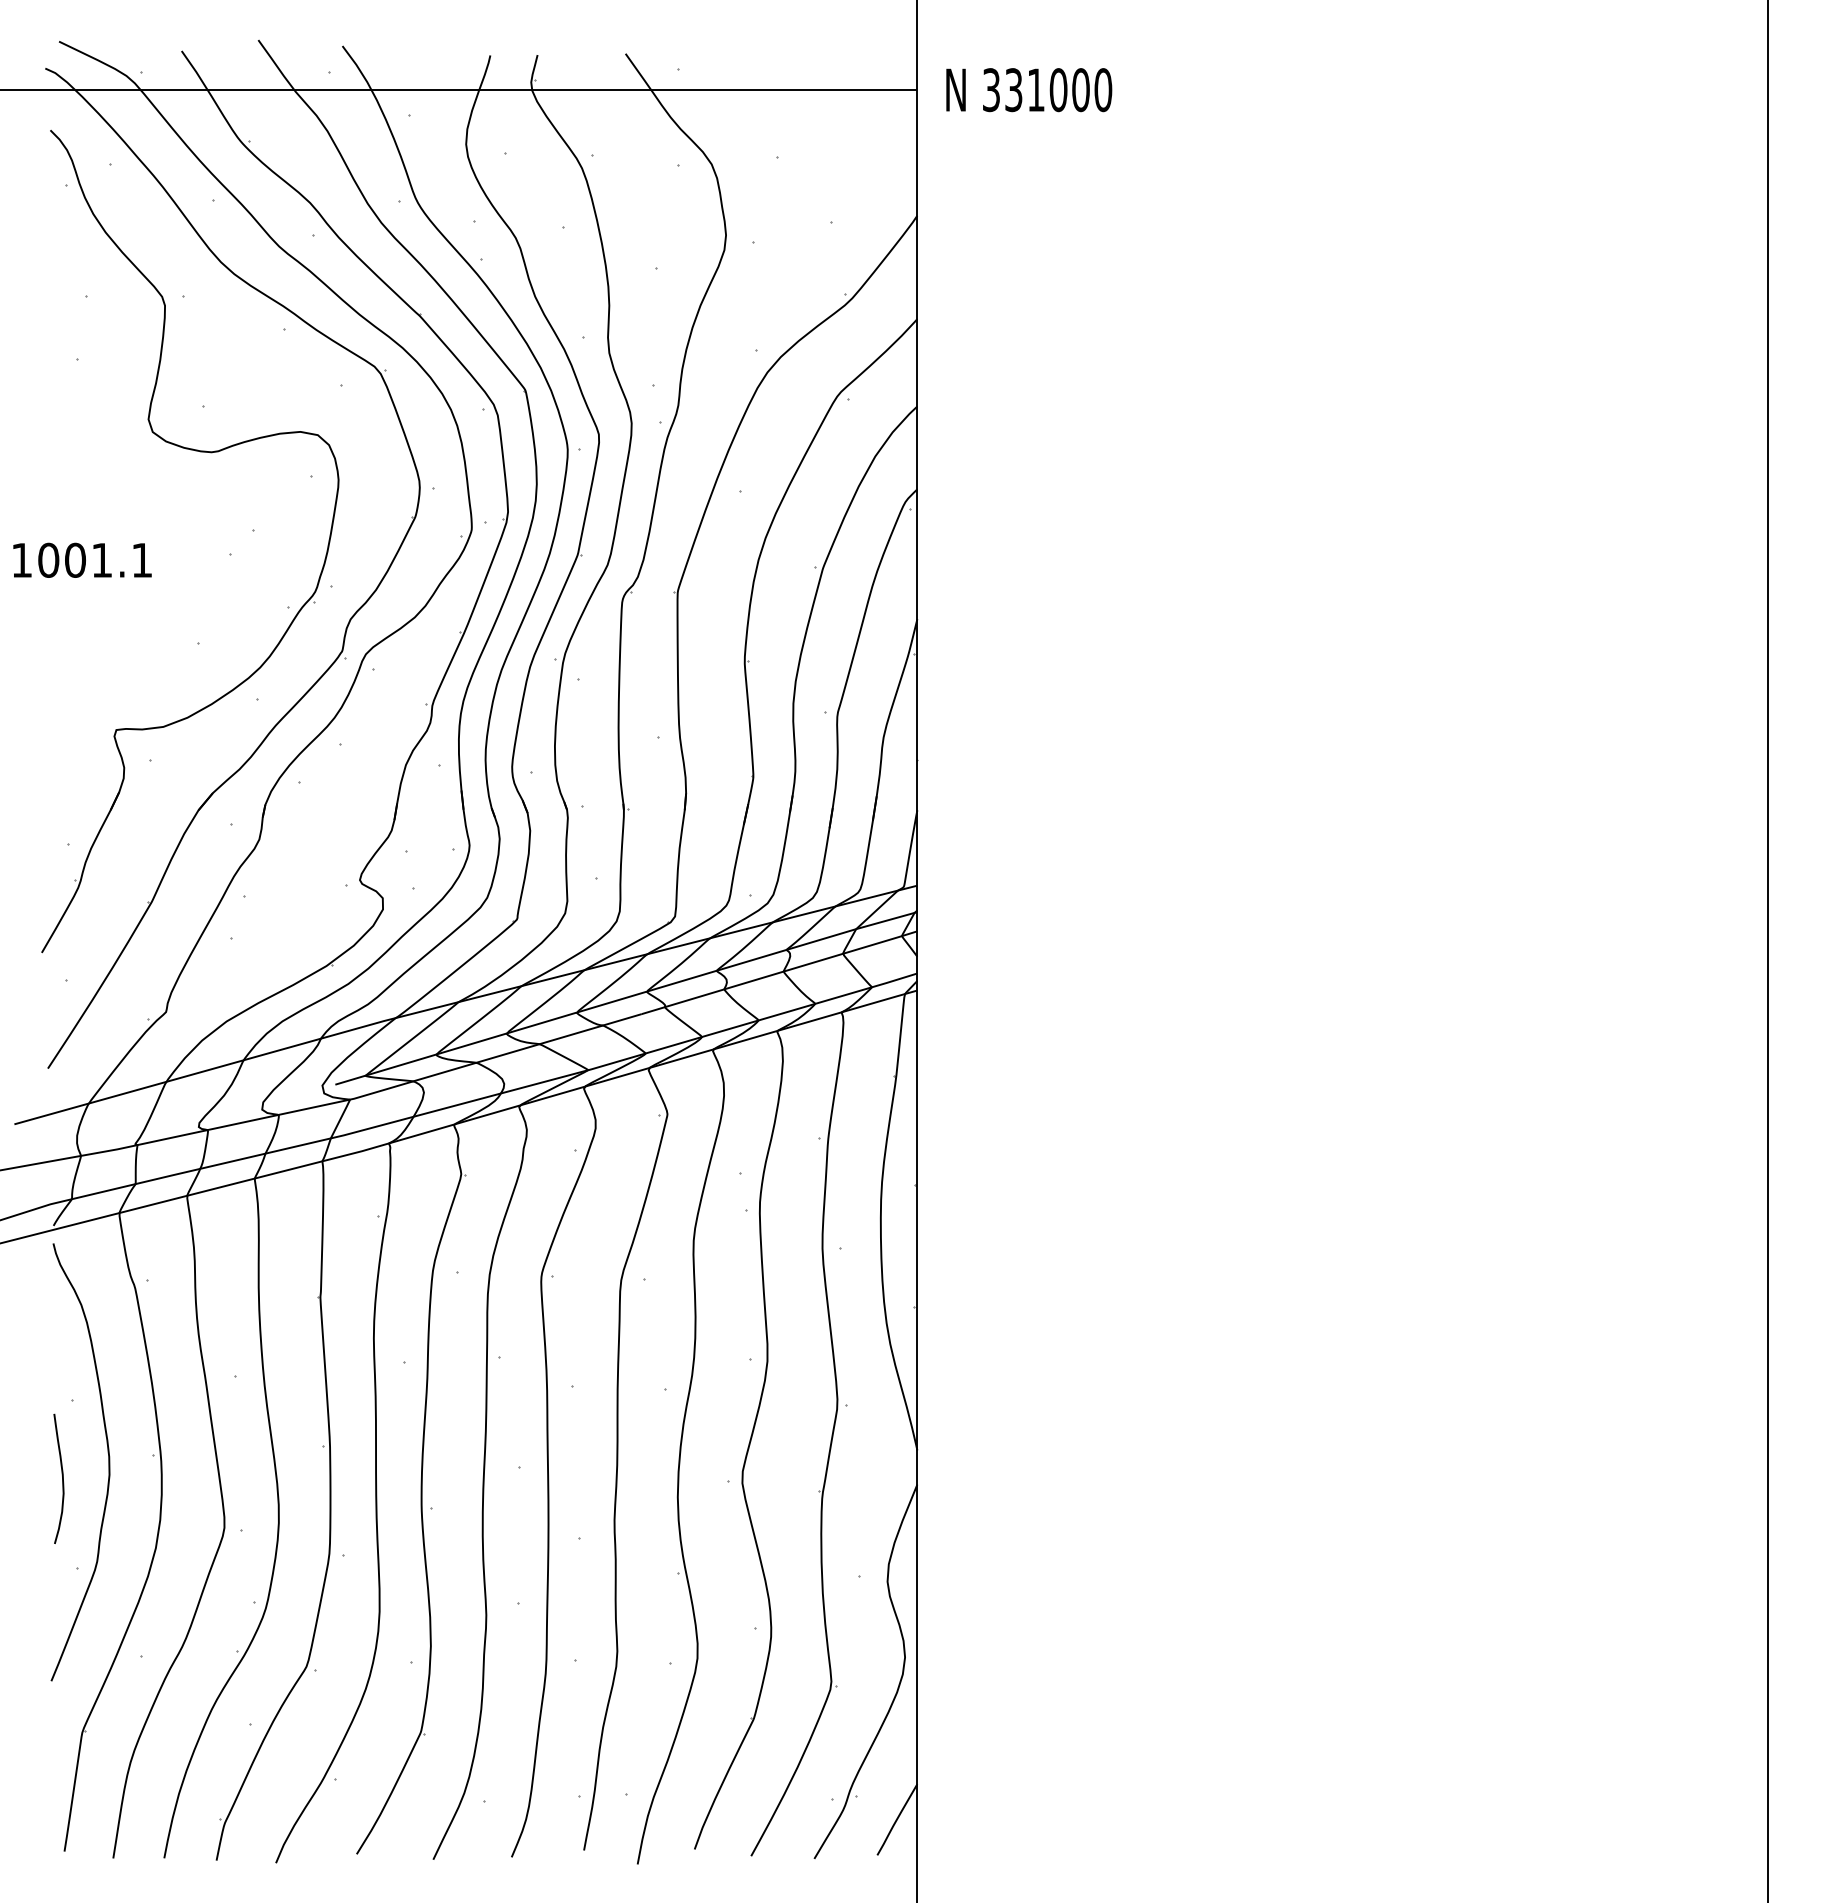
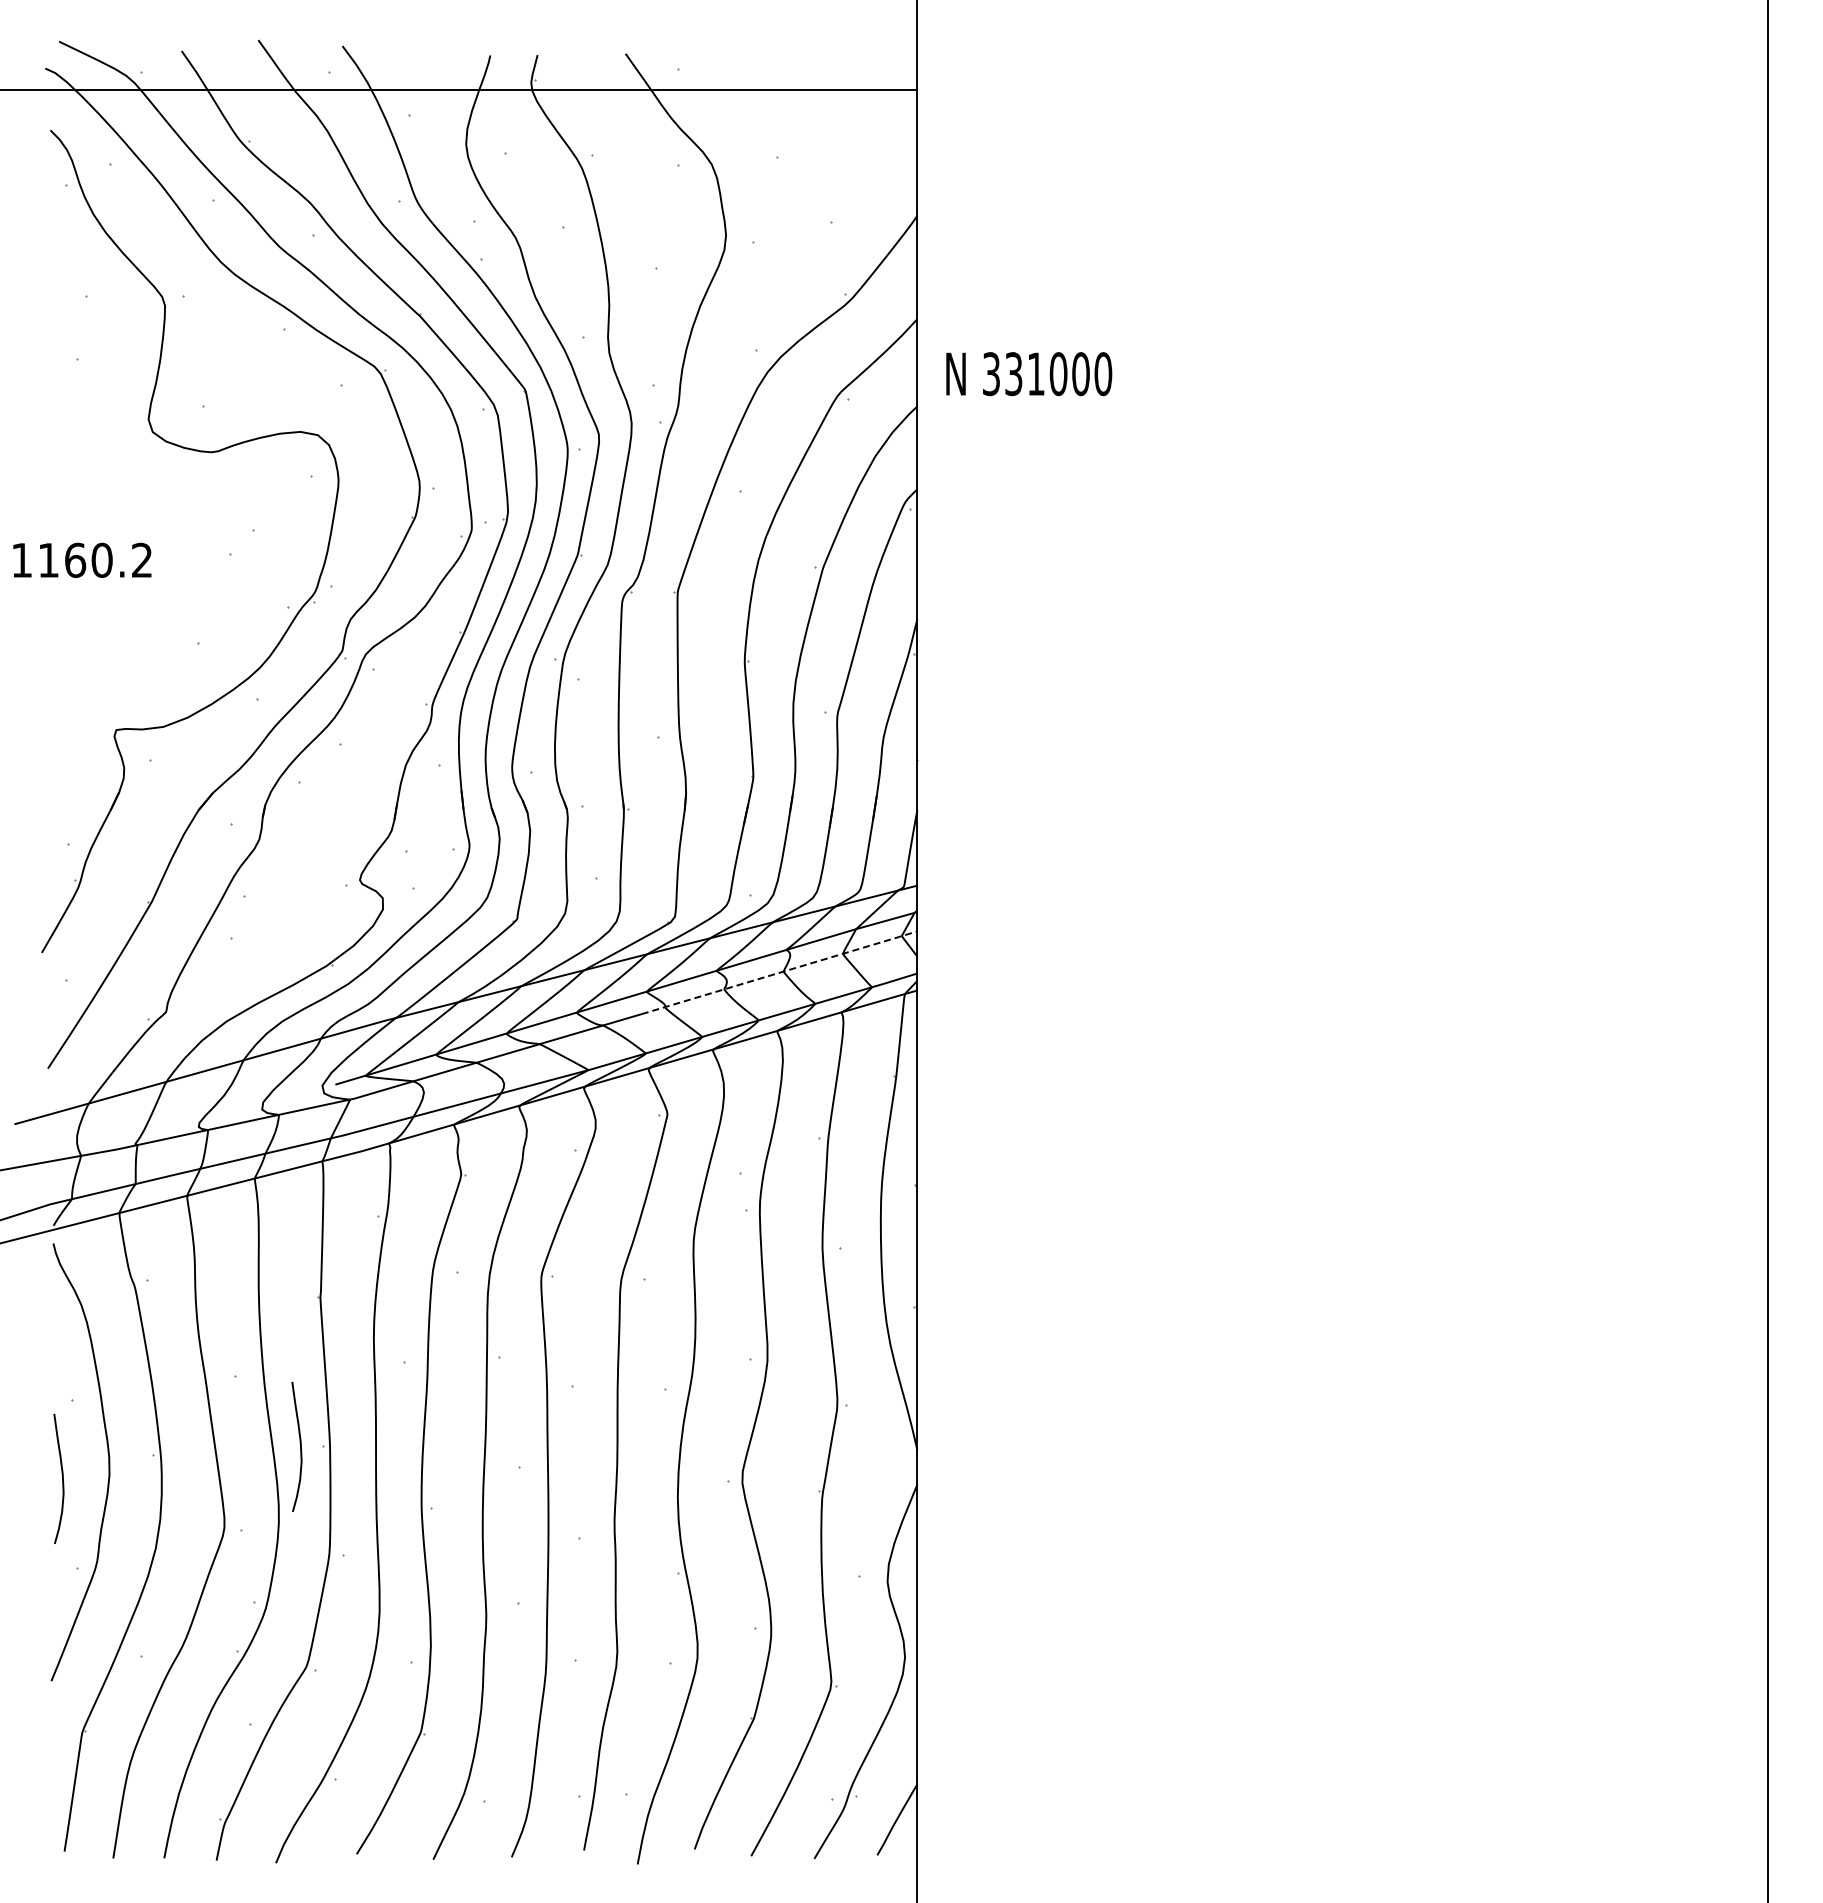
text at (1029, 90) position: (1029, 90) -> (1029, 374)
text at (94, 559): 1001.1 -> 1160.2
line at (780, 972): solid -> dashed
curve at (300, 1446): none -> present
